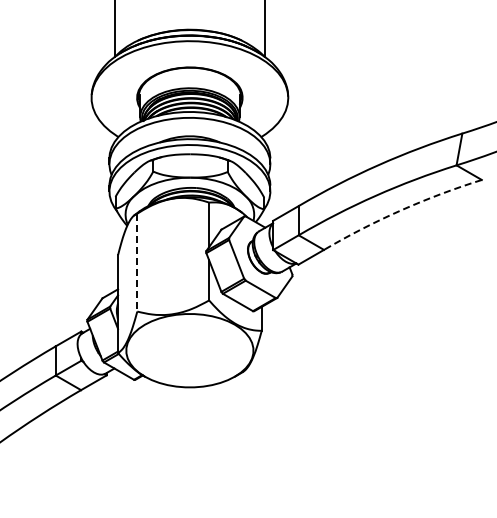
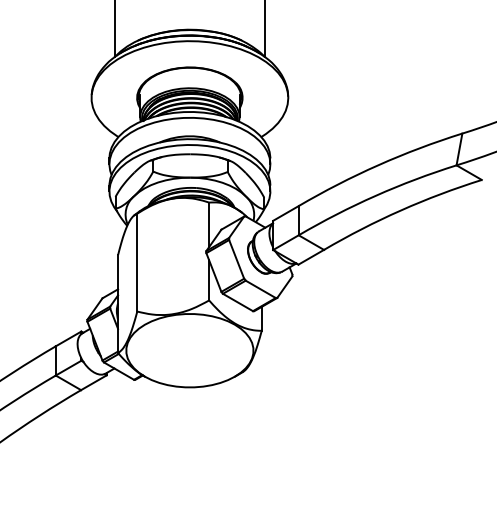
arc at (400, 210): dashed -> solid
line at (137, 262): dashed -> solid
